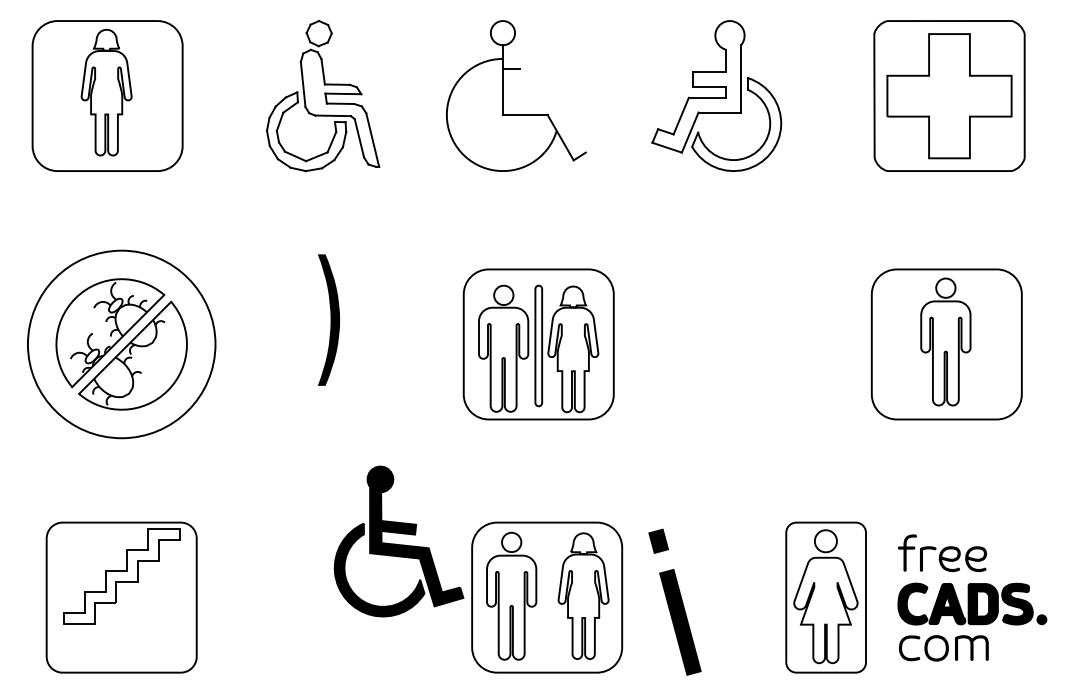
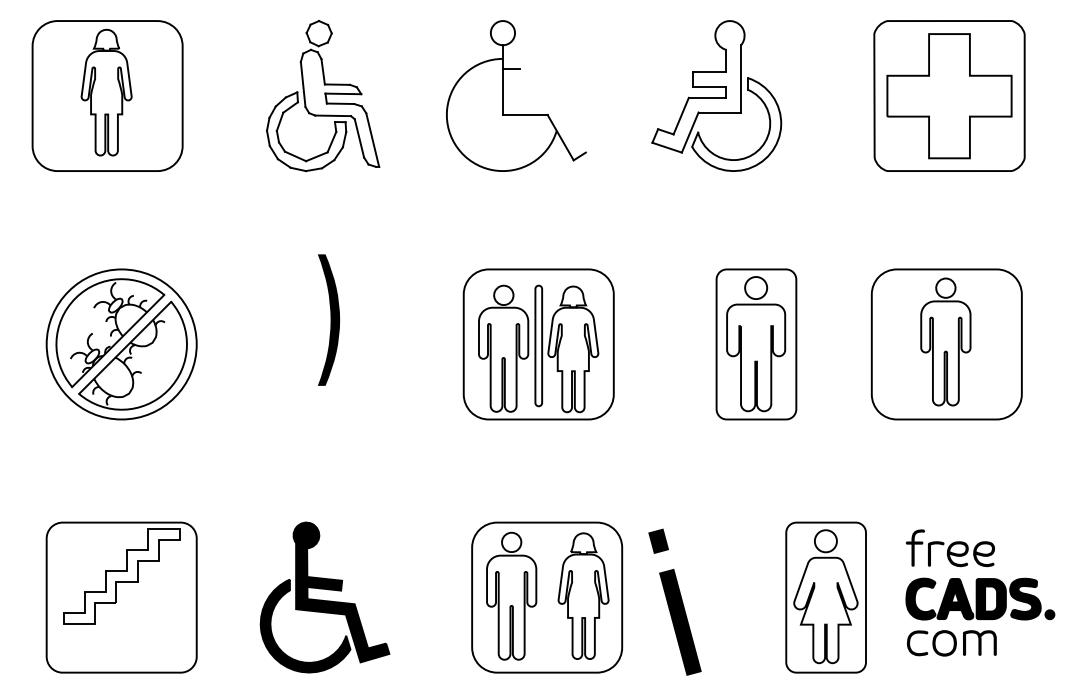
circle at (121, 344) diameter: 188 px -> 150 px
part at (756, 344): none -> present
part at (398, 541) position: (398, 541) -> (324, 597)
part at (972, 597) position: (972, 597) -> (980, 592)
